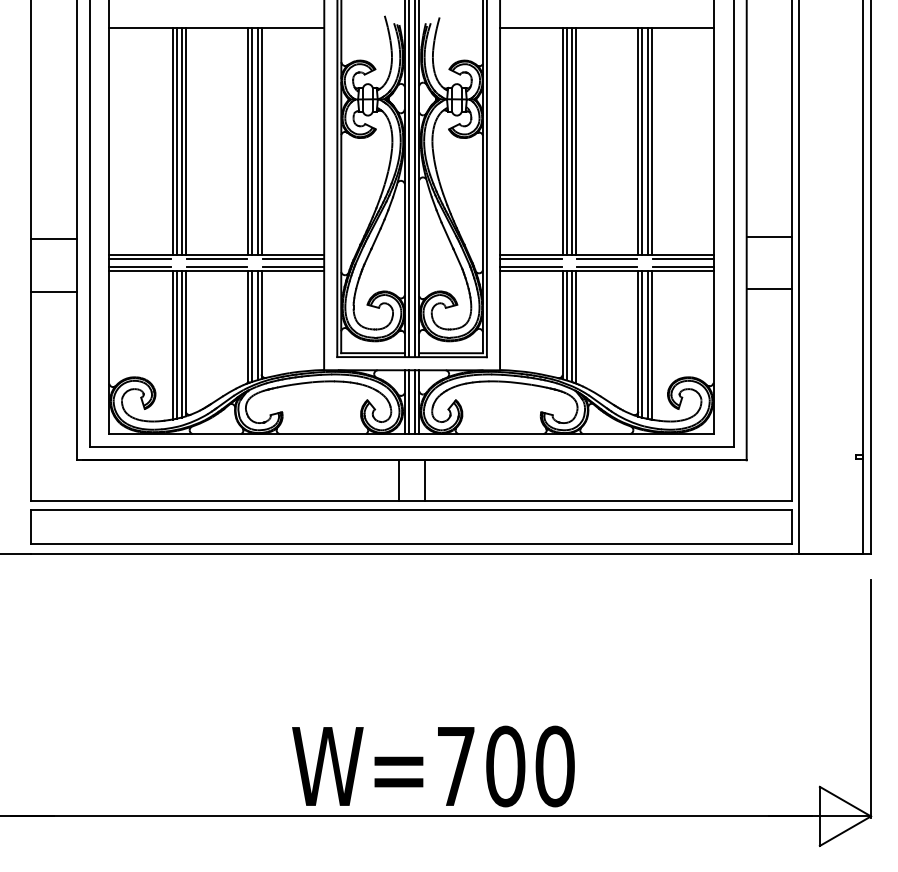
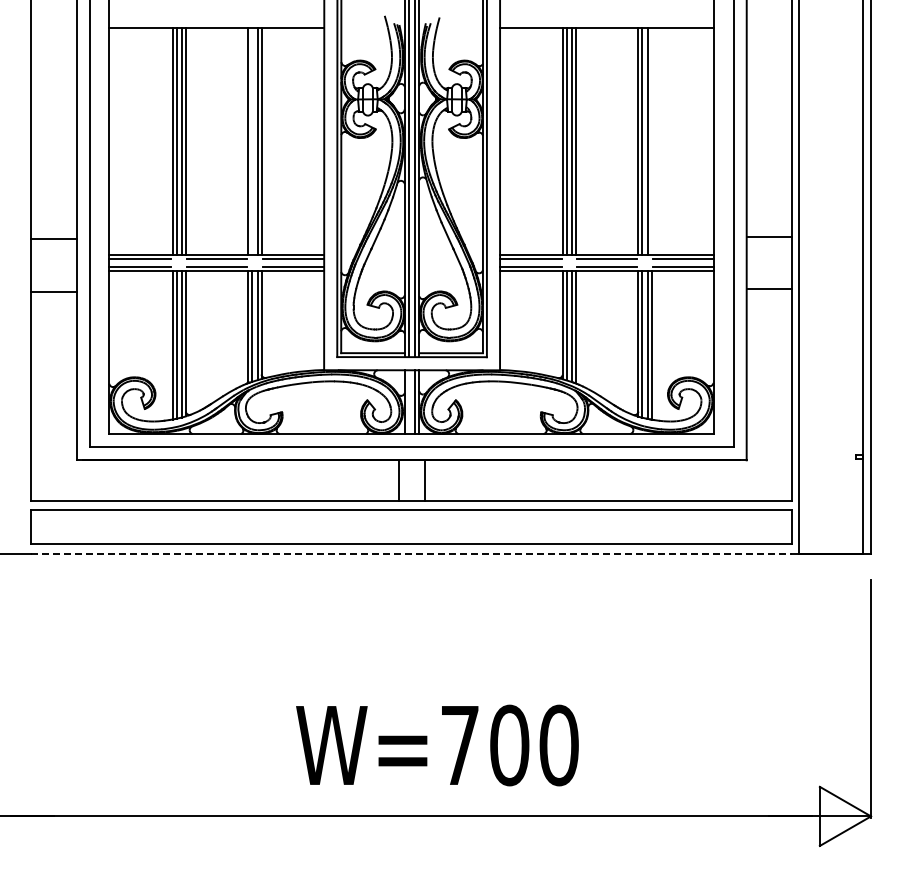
line at (252, 141): present -> none
line at (651, 141): present -> none
line at (408, 402): present -> none
line at (411, 553): solid -> dashed
text at (433, 766) position: (433, 766) -> (437, 745)
